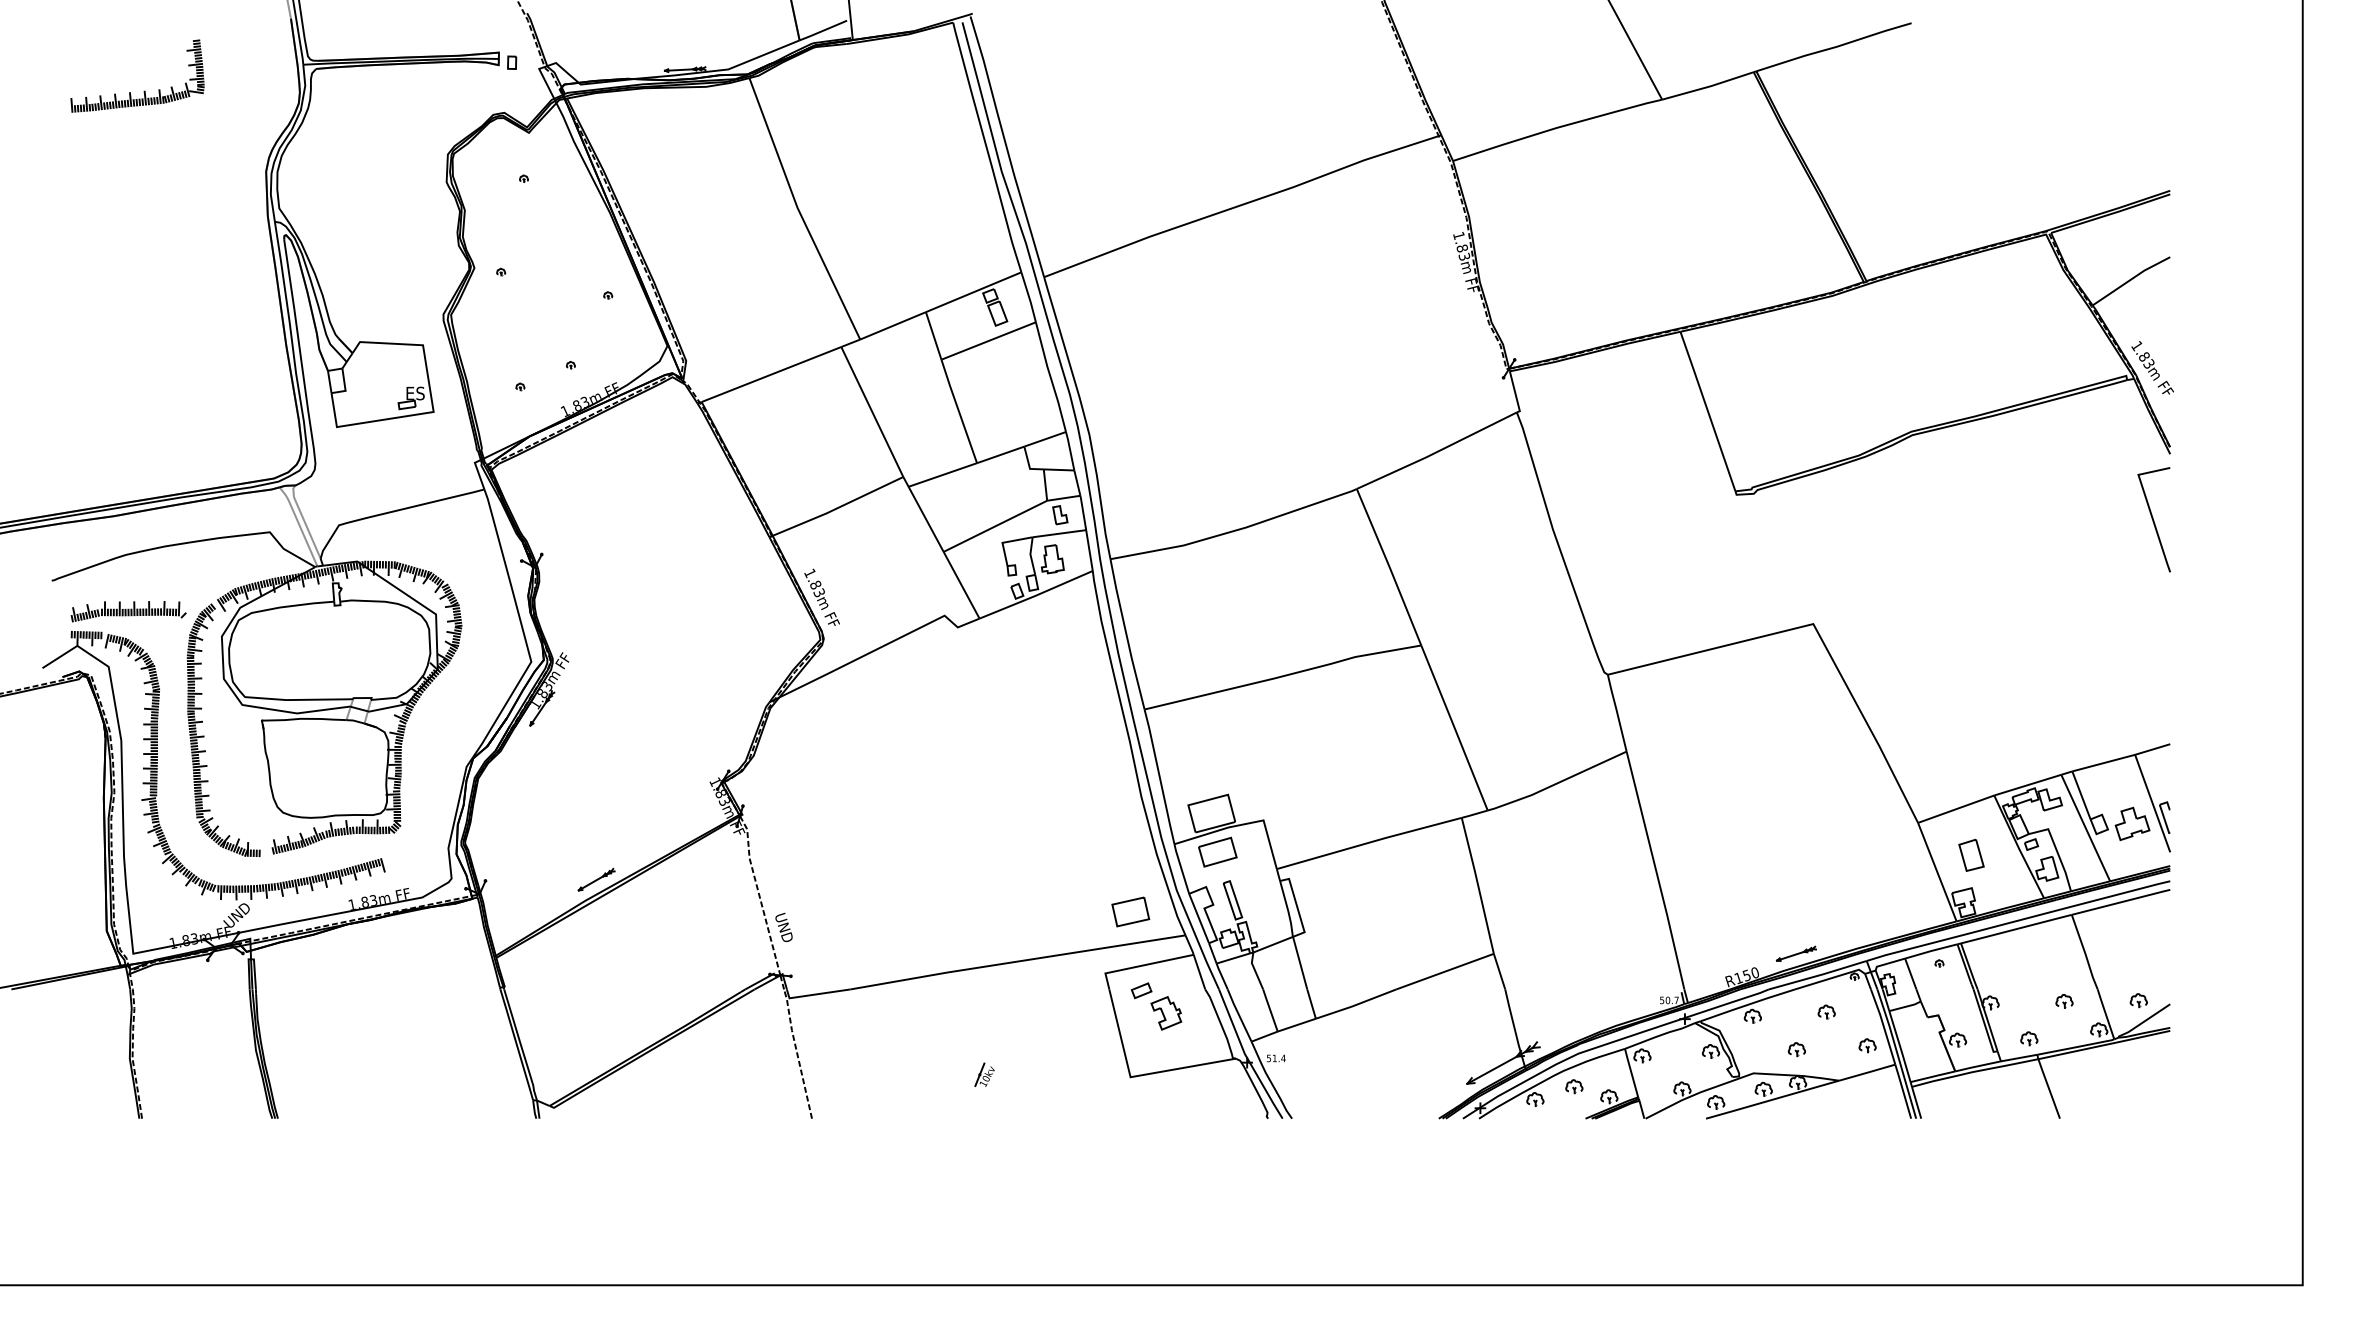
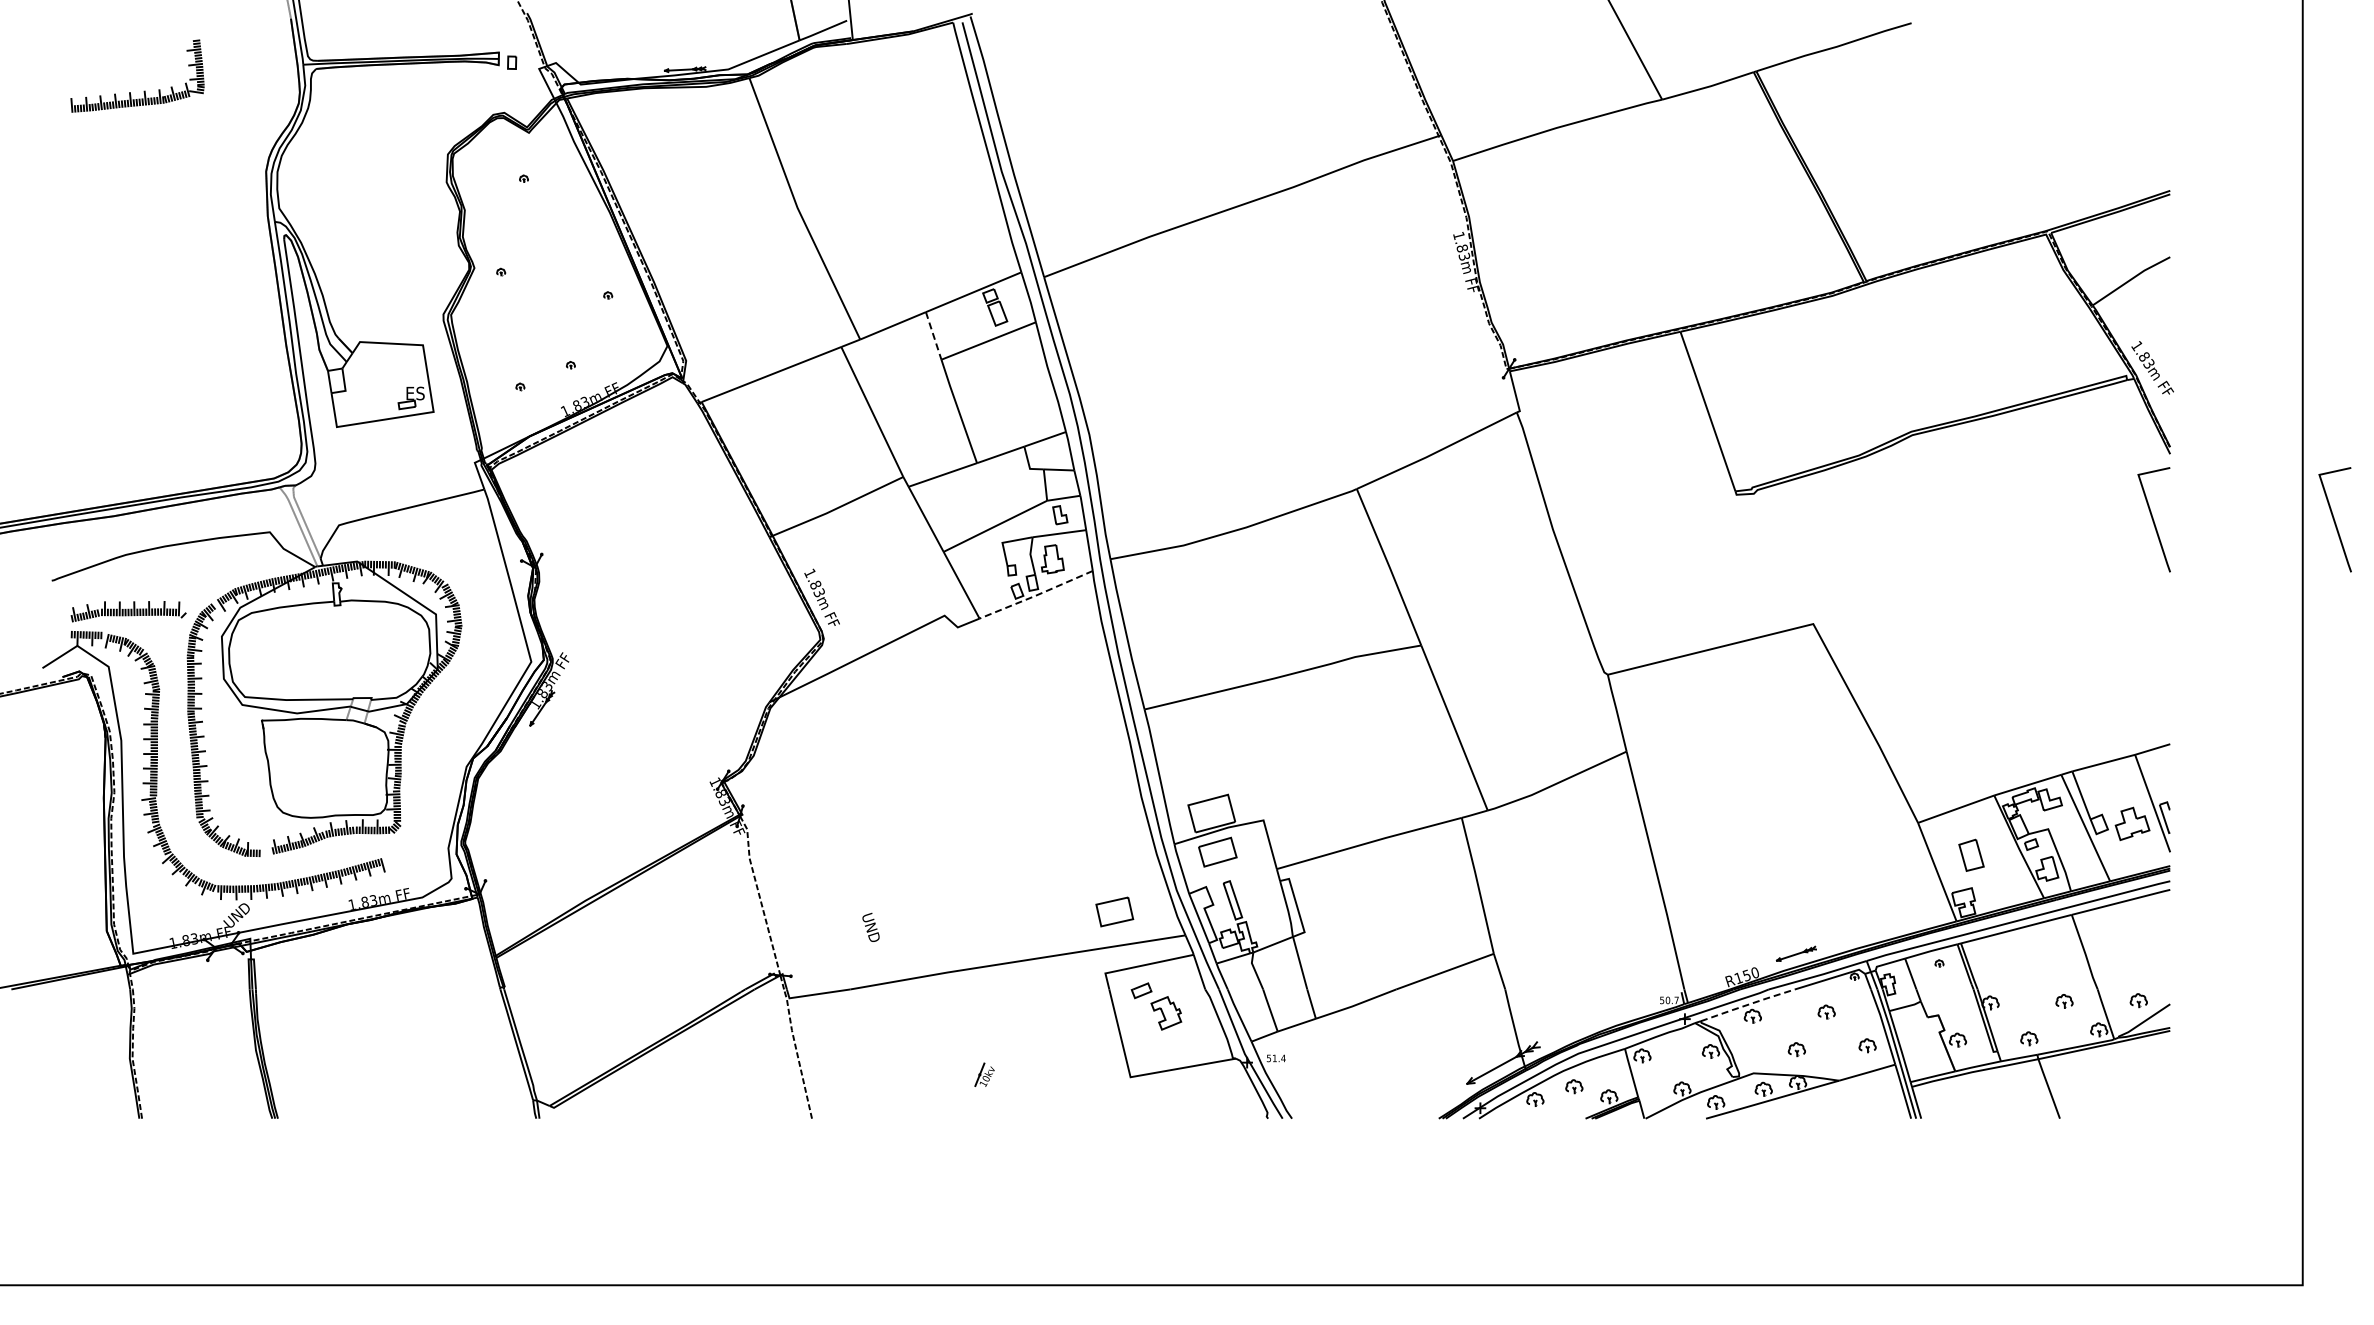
line at (933, 336): solid -> dashed
line at (2334, 519): none -> present
line at (1035, 595): solid -> dashed
part at (596, 879): present -> none
part at (1130, 911) position: (1130, 911) -> (1114, 911)
text at (783, 926) position: (783, 926) -> (870, 926)
line at (1748, 1004): solid -> dashed
